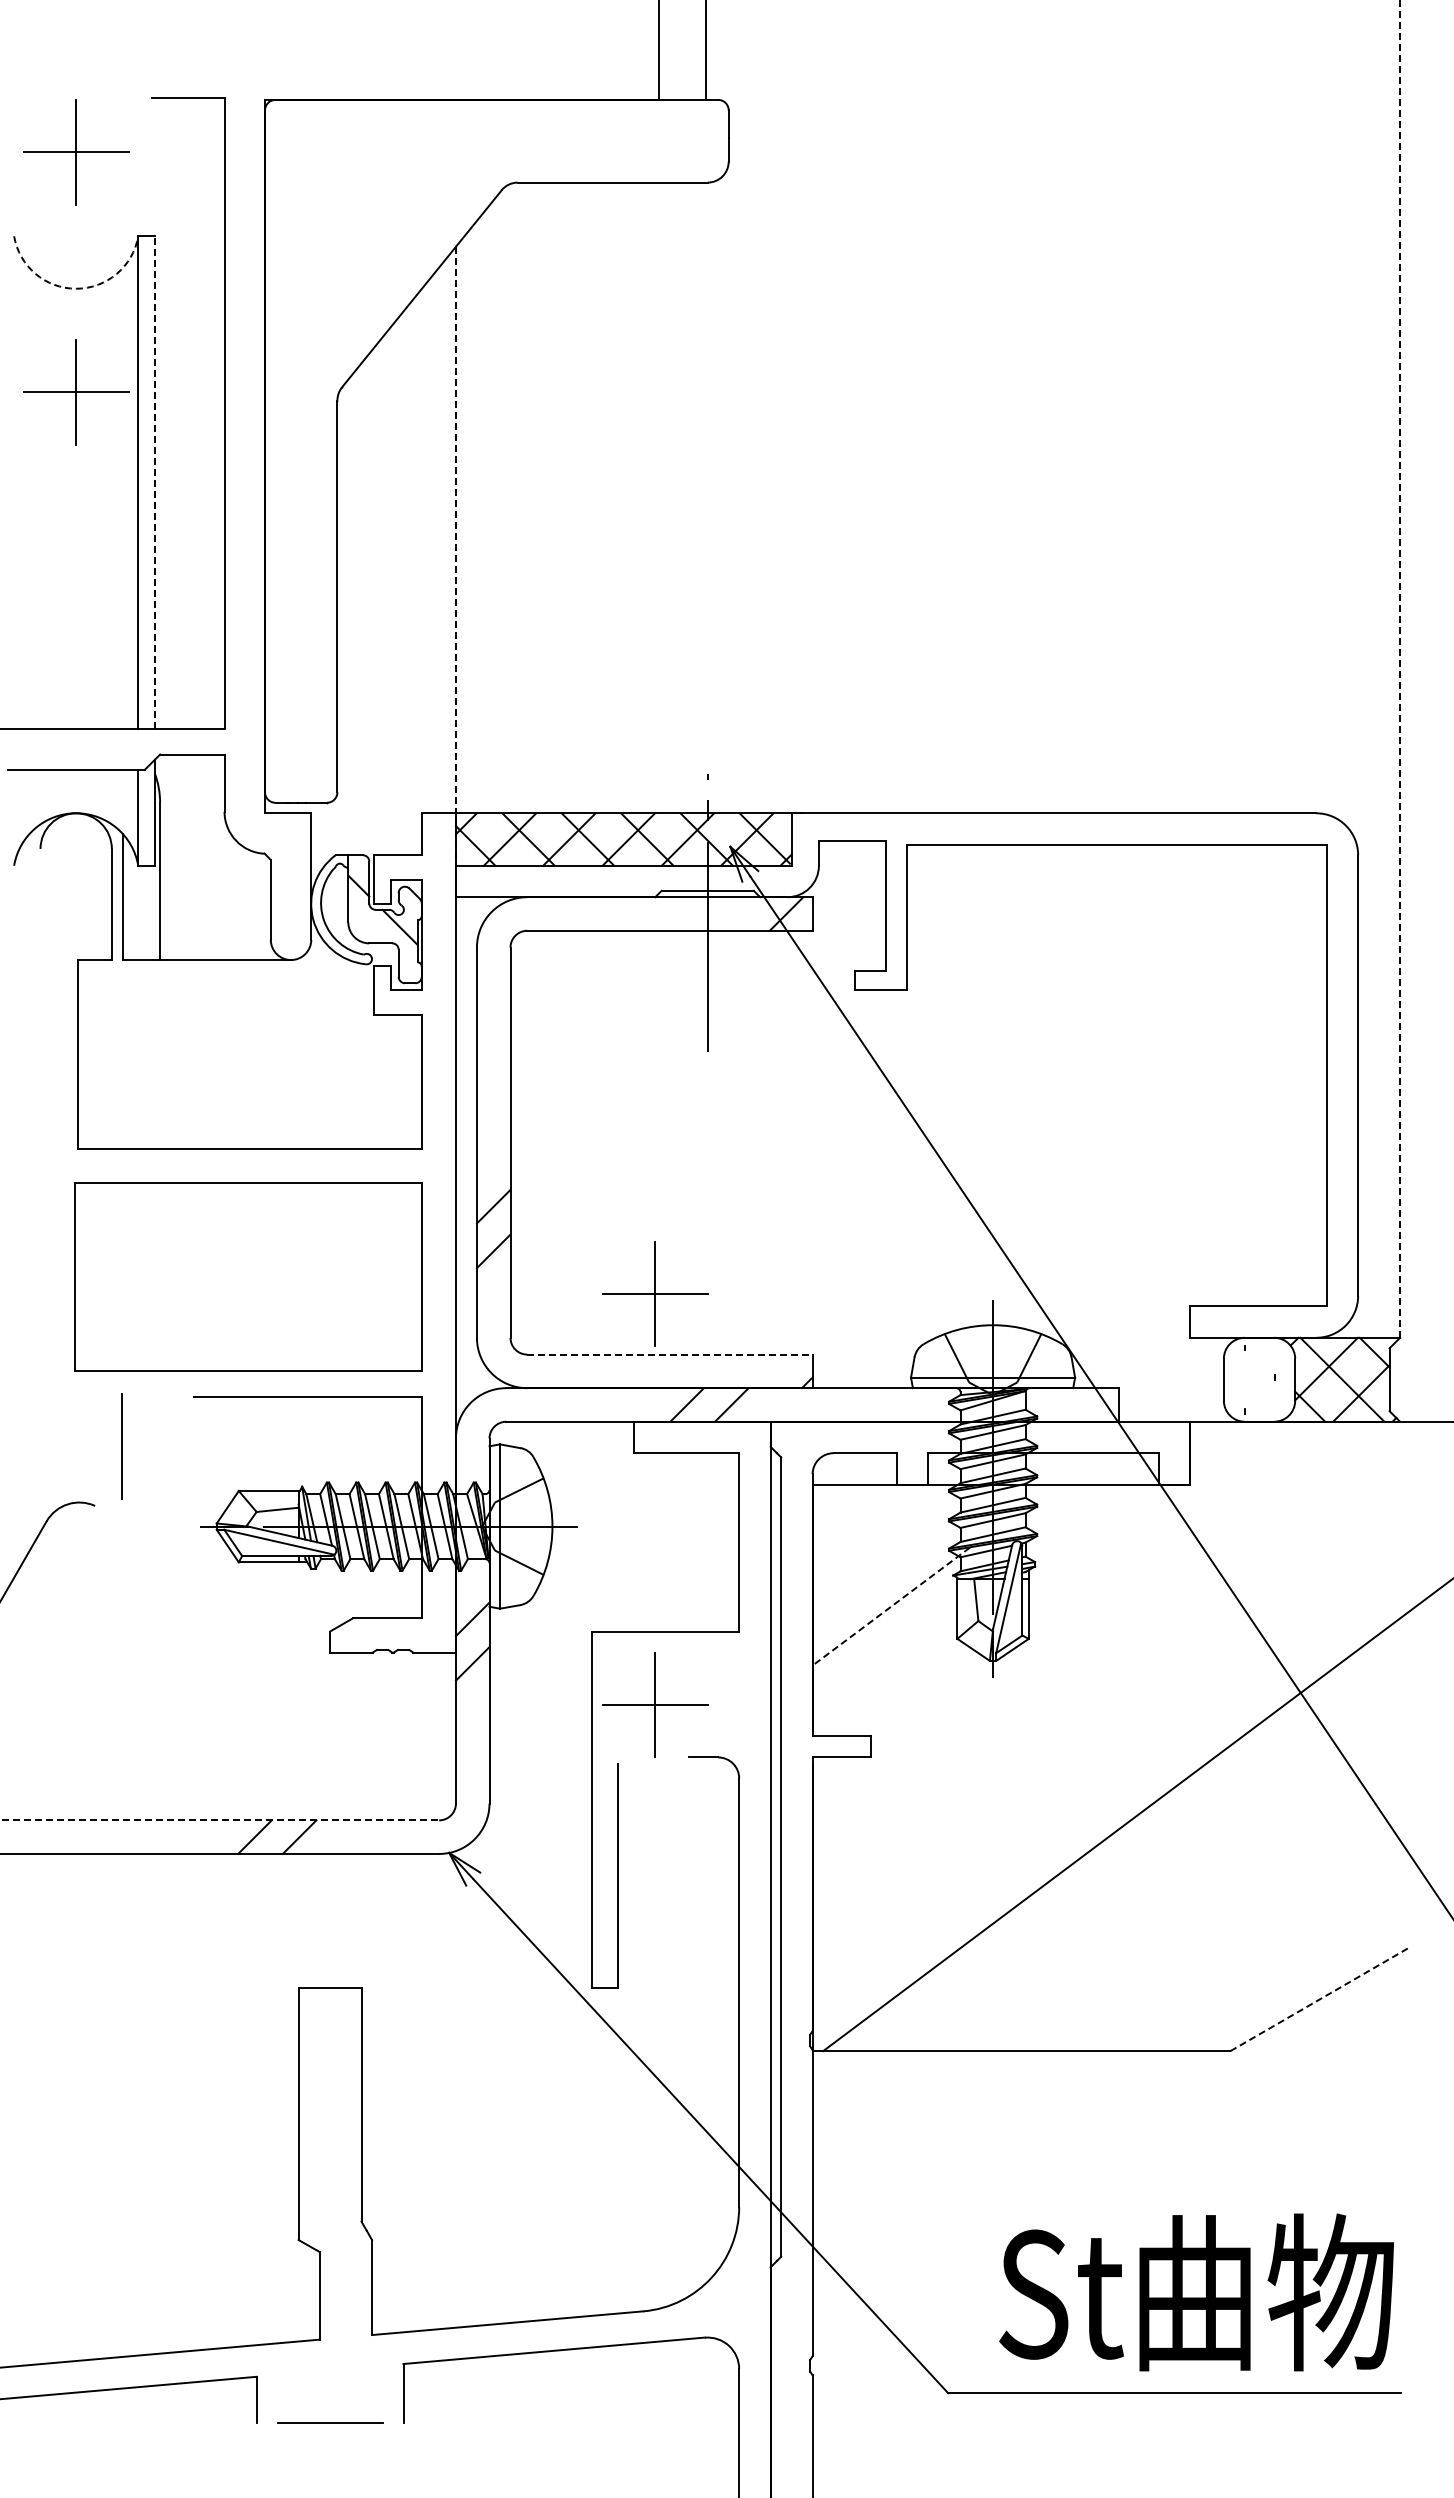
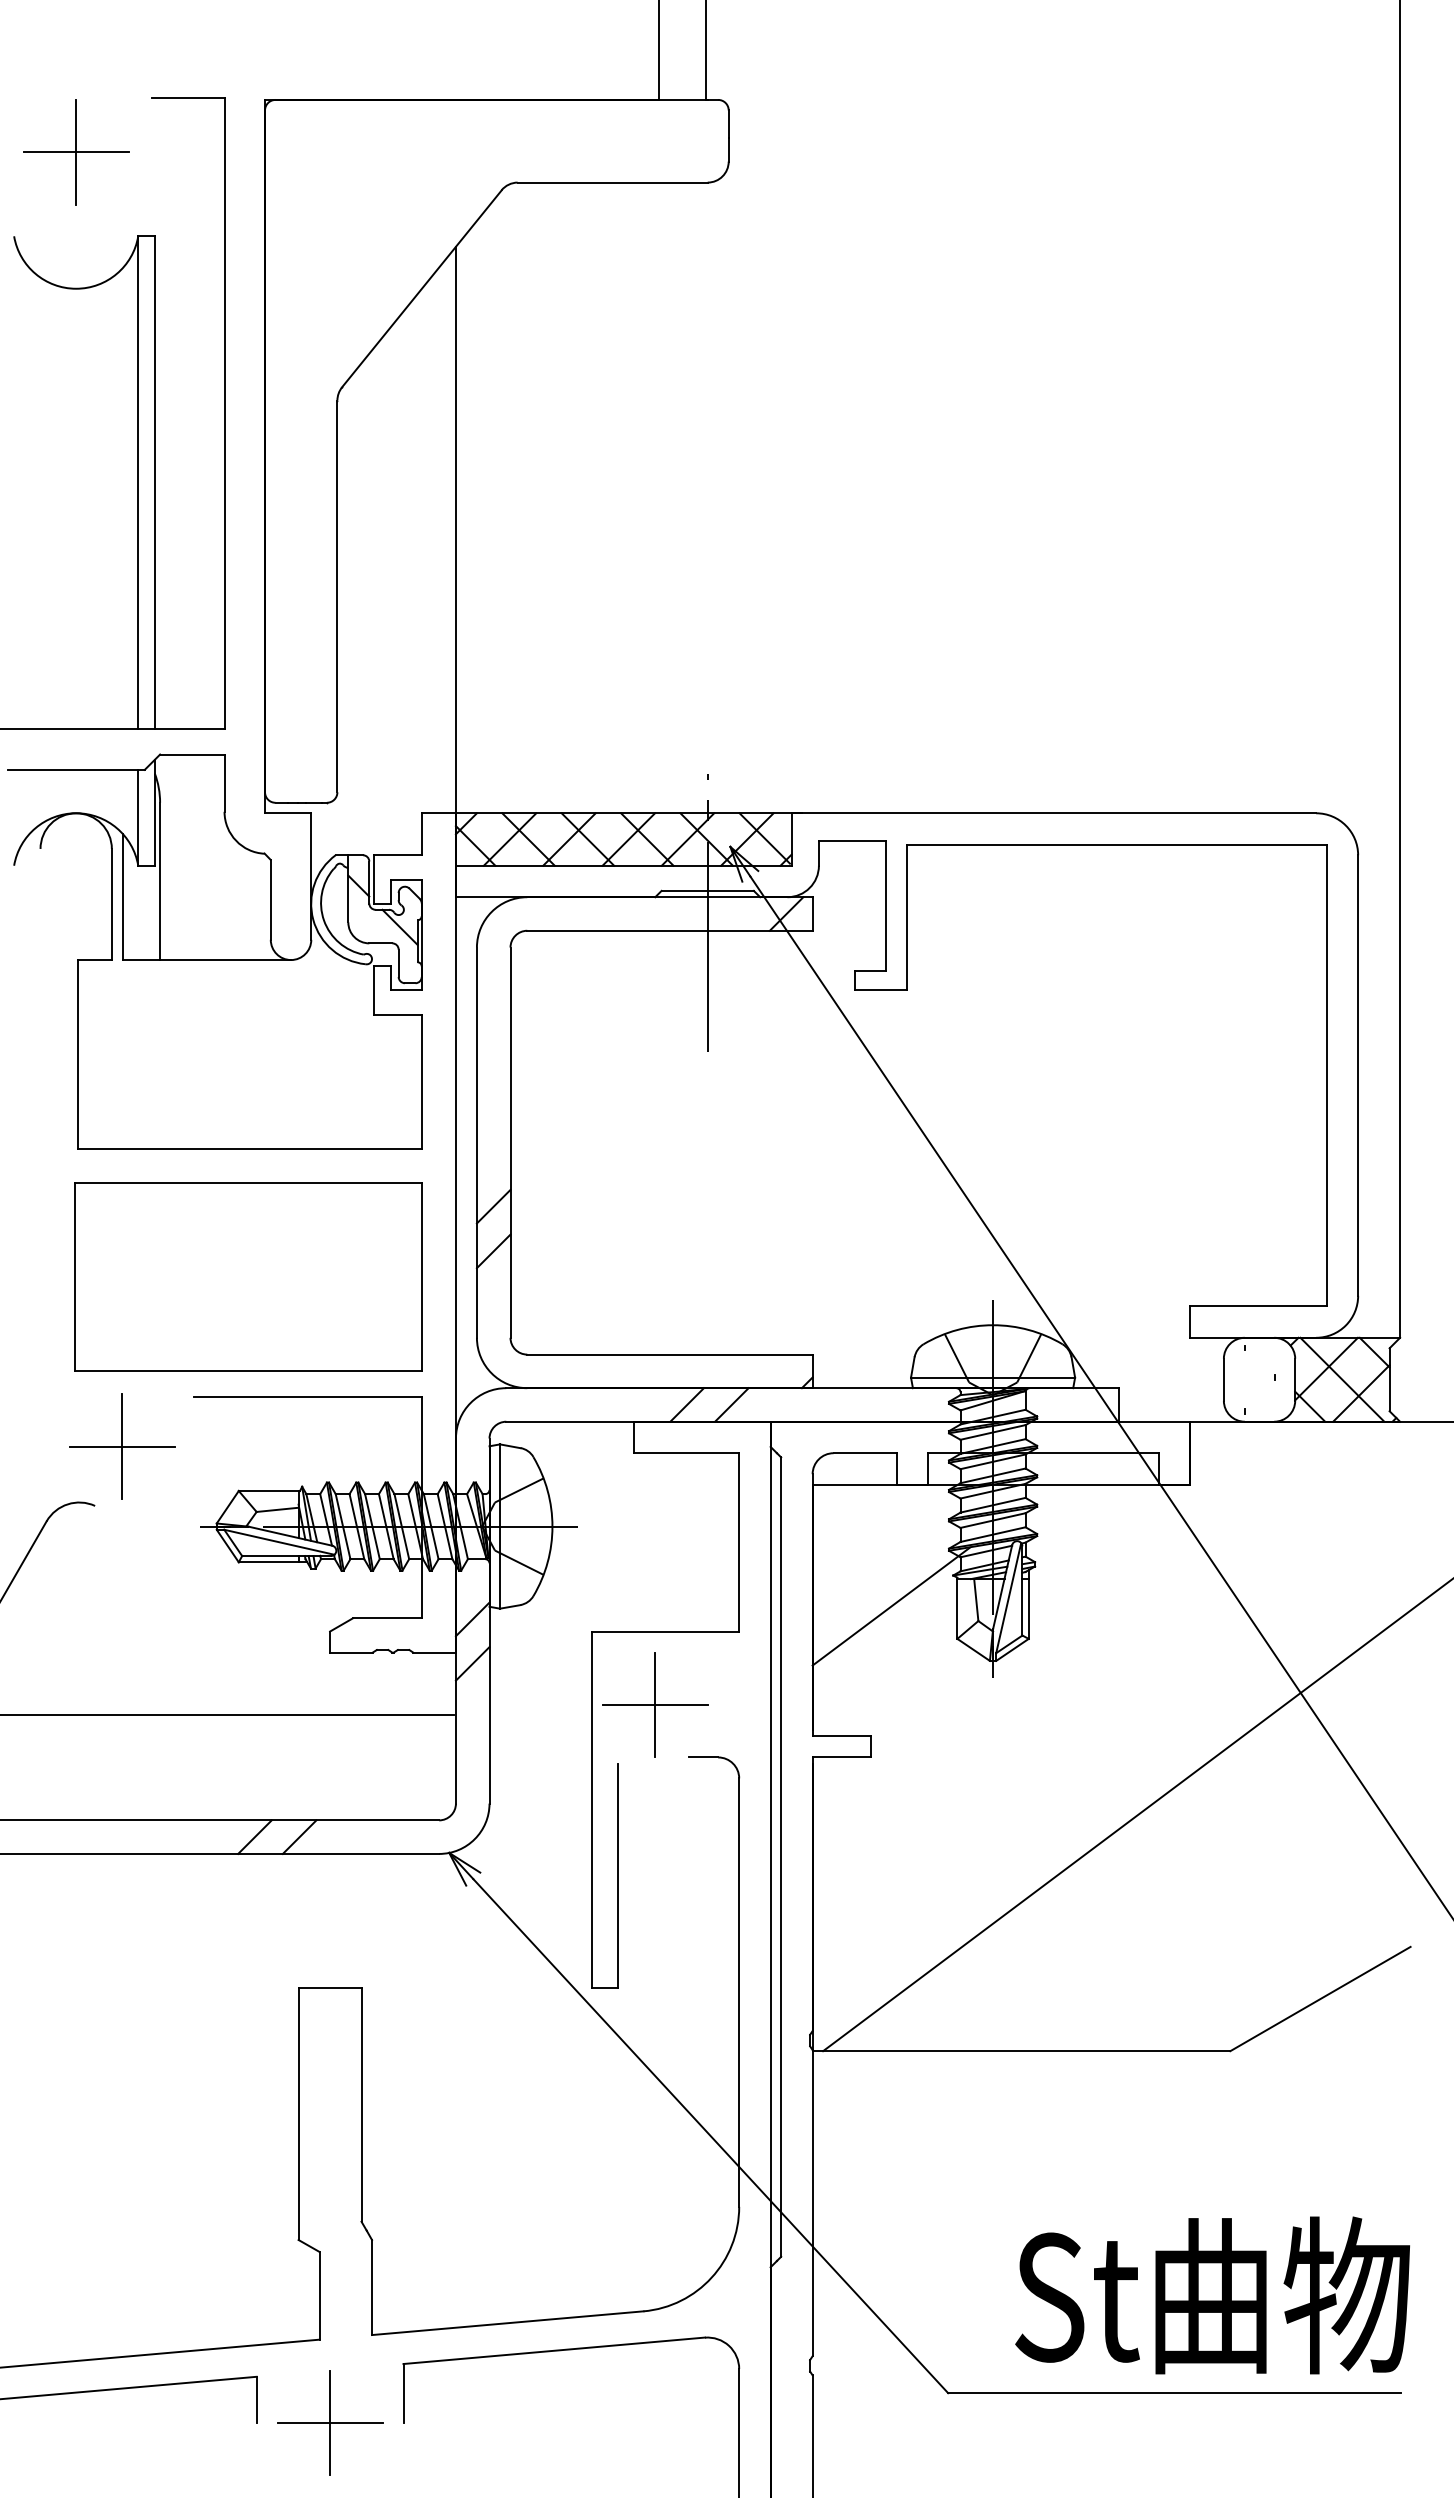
arc at (76, 288): dashed -> solid
part at (76, 392): present -> none
line at (154, 482): dashed -> solid
line at (455, 558): dashed -> solid
line at (1400, 668): dashed -> solid
part at (655, 1293): present -> none
line at (669, 1354): dashed -> solid
line at (121, 1446): none -> present
line at (890, 1606): dashed -> solid
line at (227, 1715): none -> present
line at (220, 1820): dashed -> solid
line at (1320, 1998): dashed -> solid
text at (1196, 2292) position: (1196, 2292) -> (1212, 2295)
line at (330, 2422): none -> present
